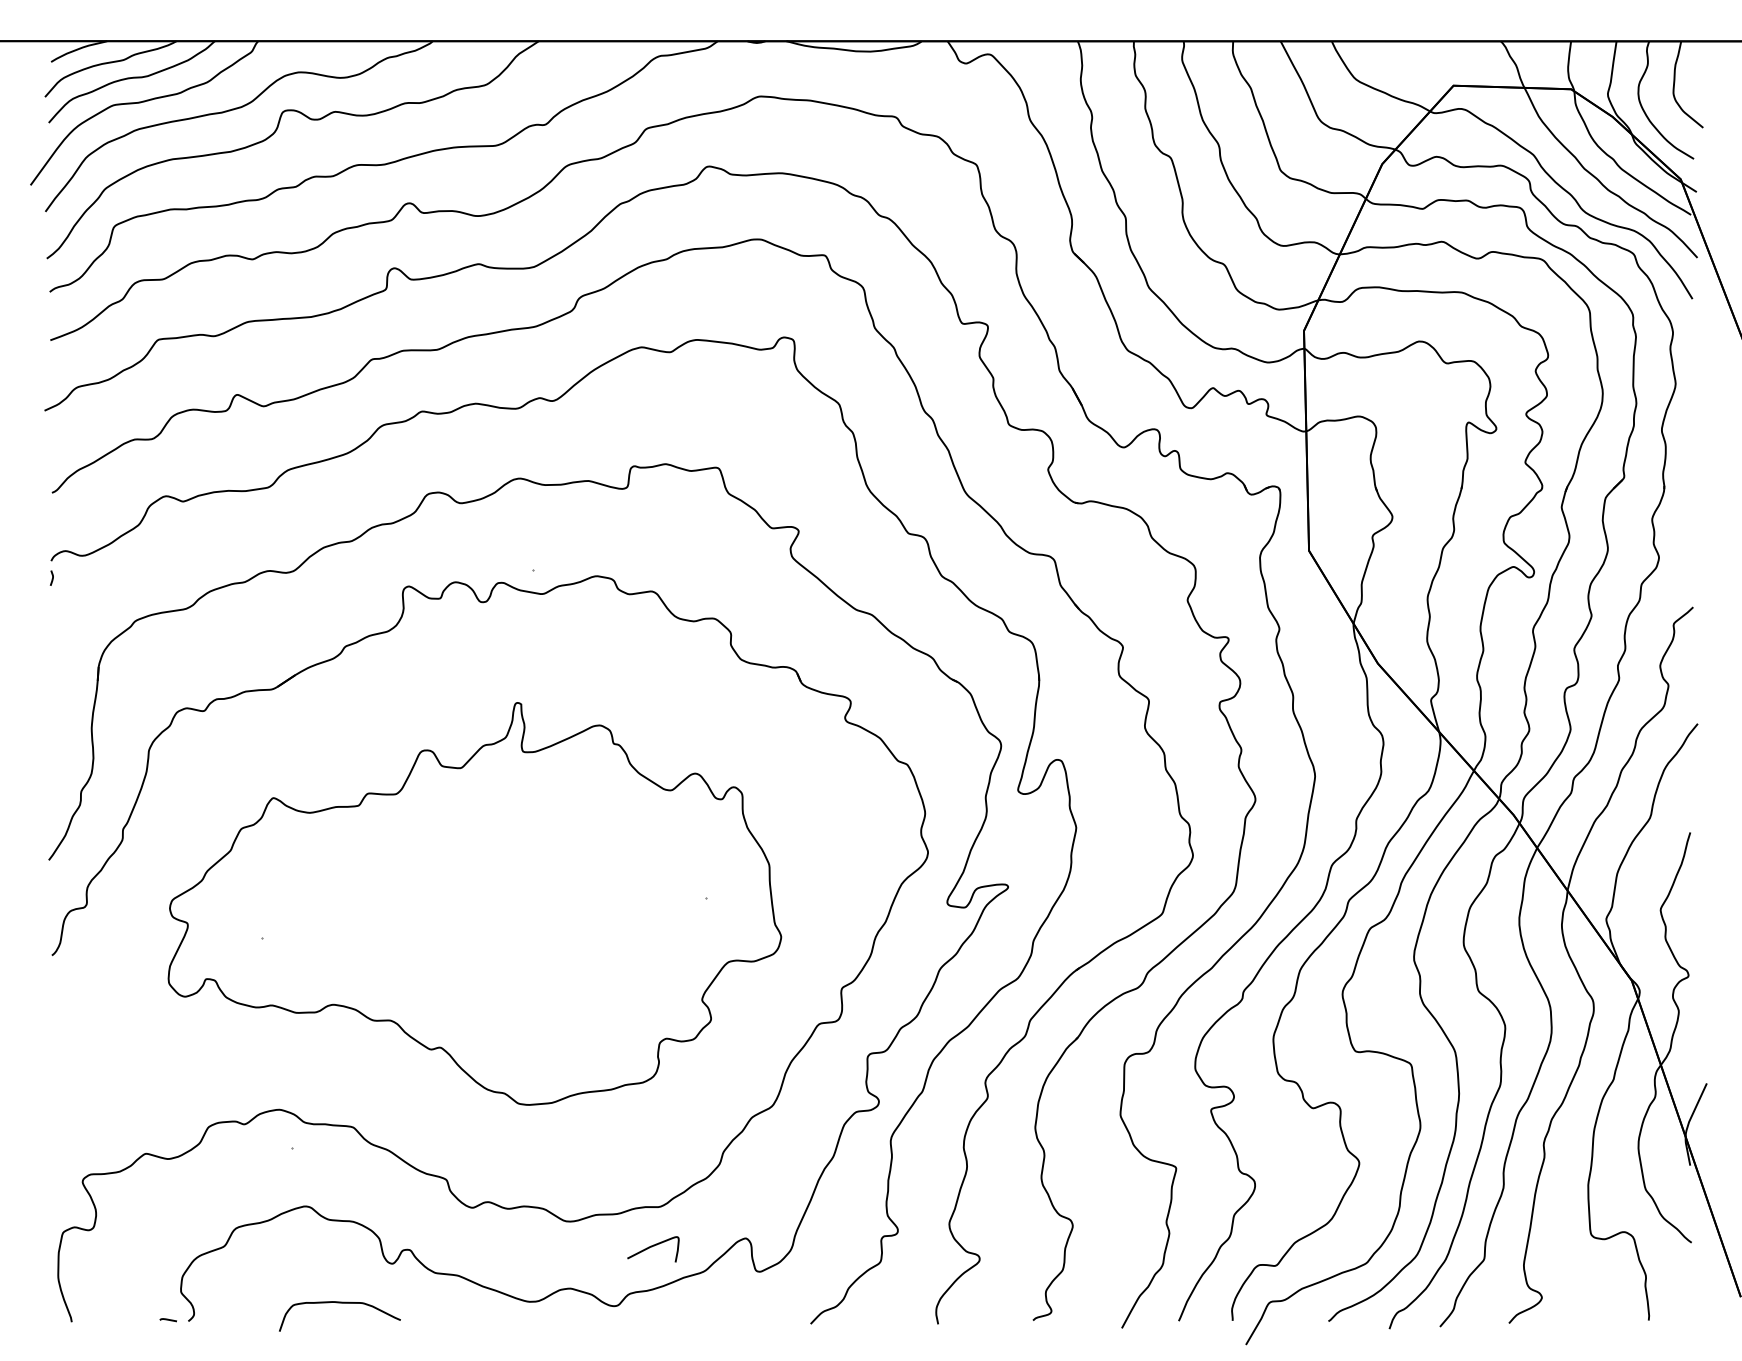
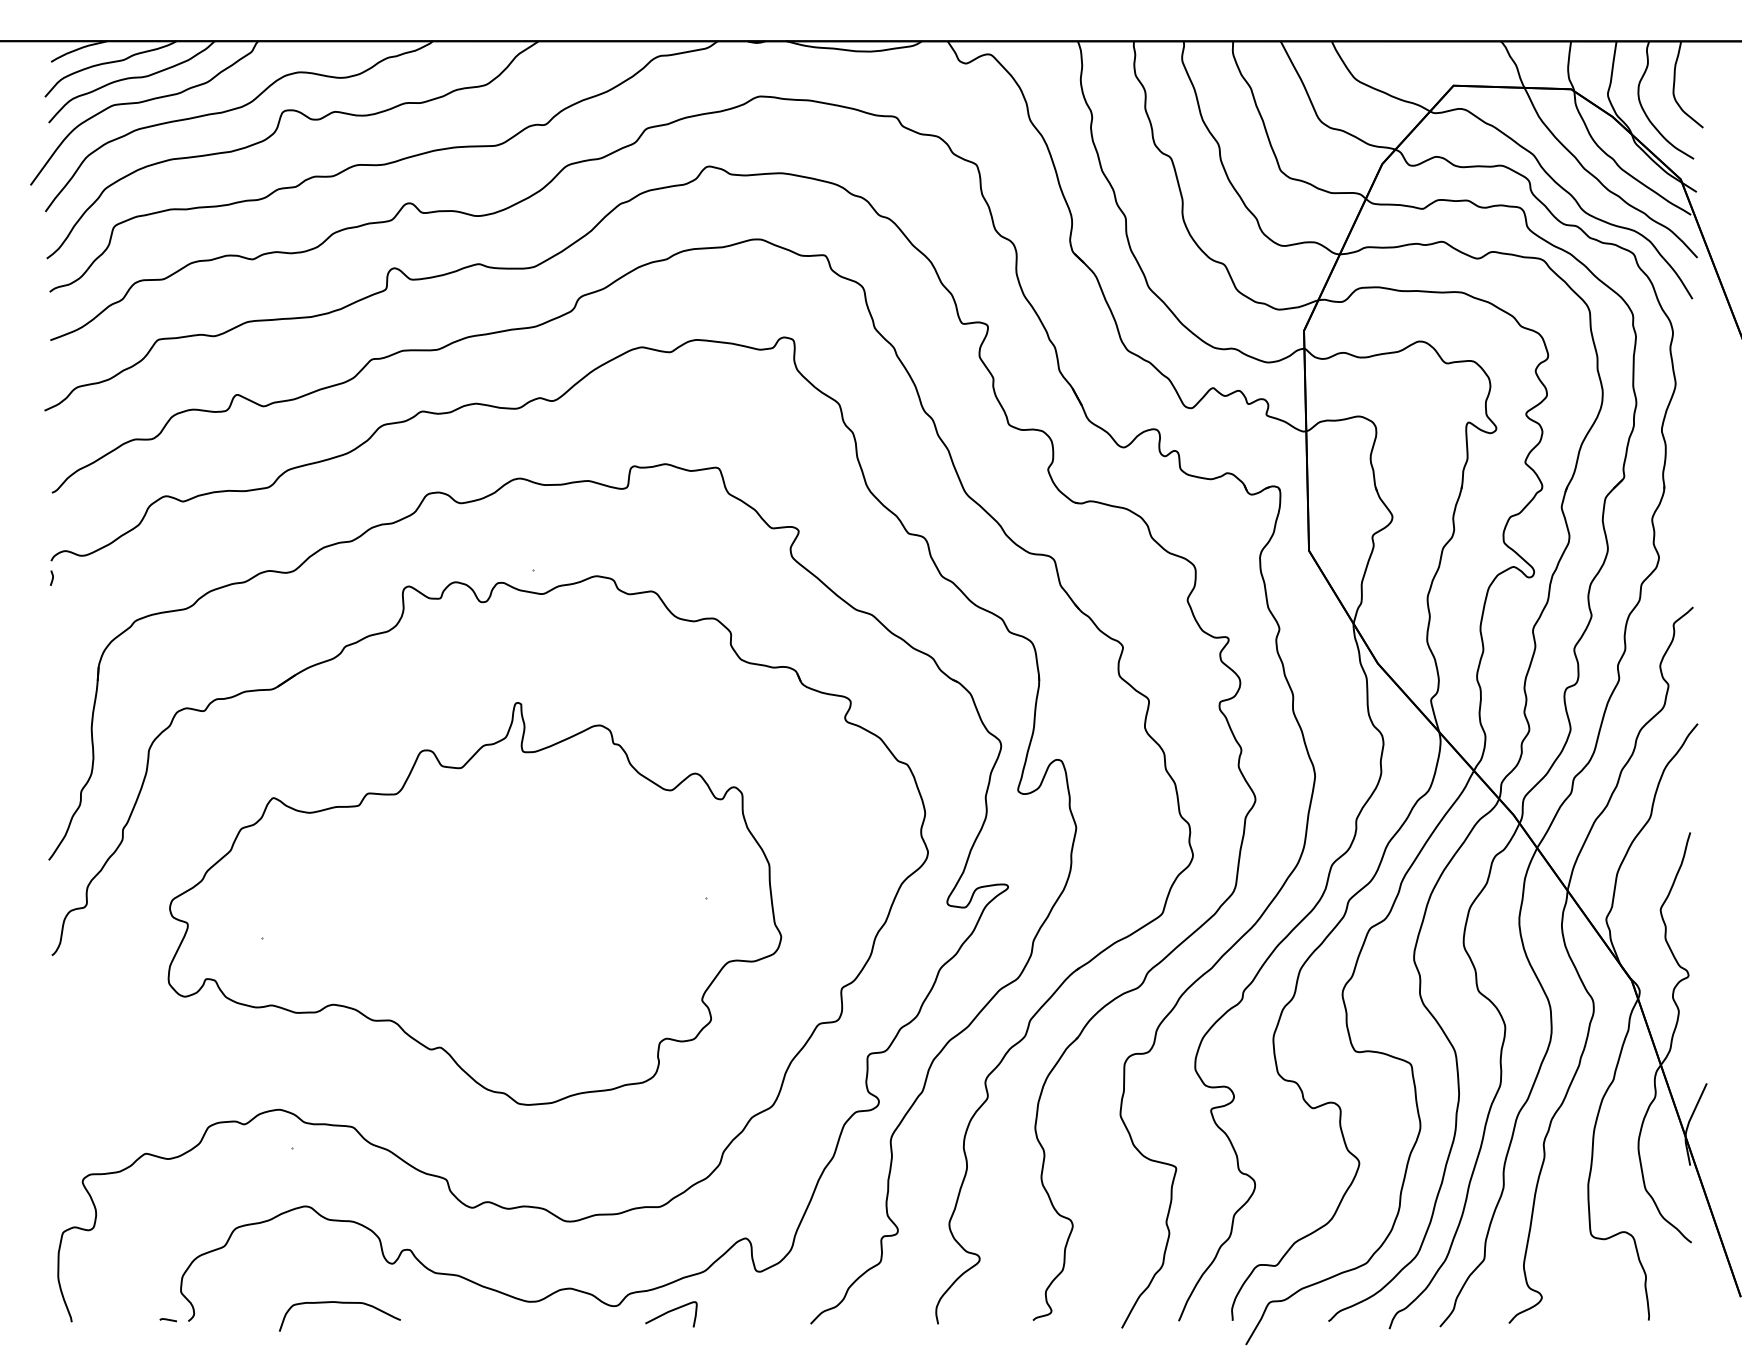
curve at (652, 1247) position: (652, 1247) -> (670, 1312)
